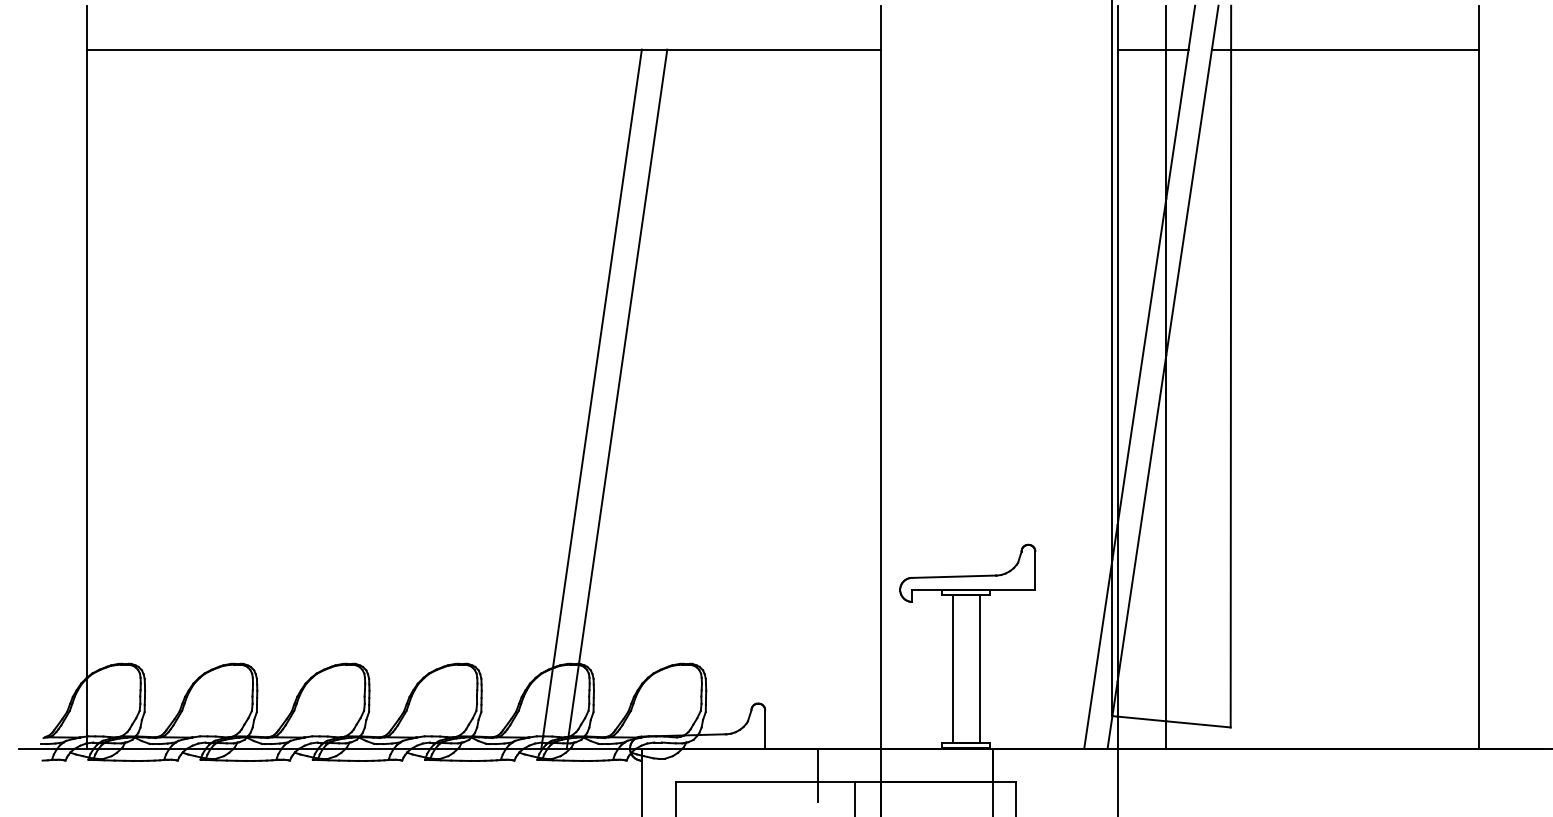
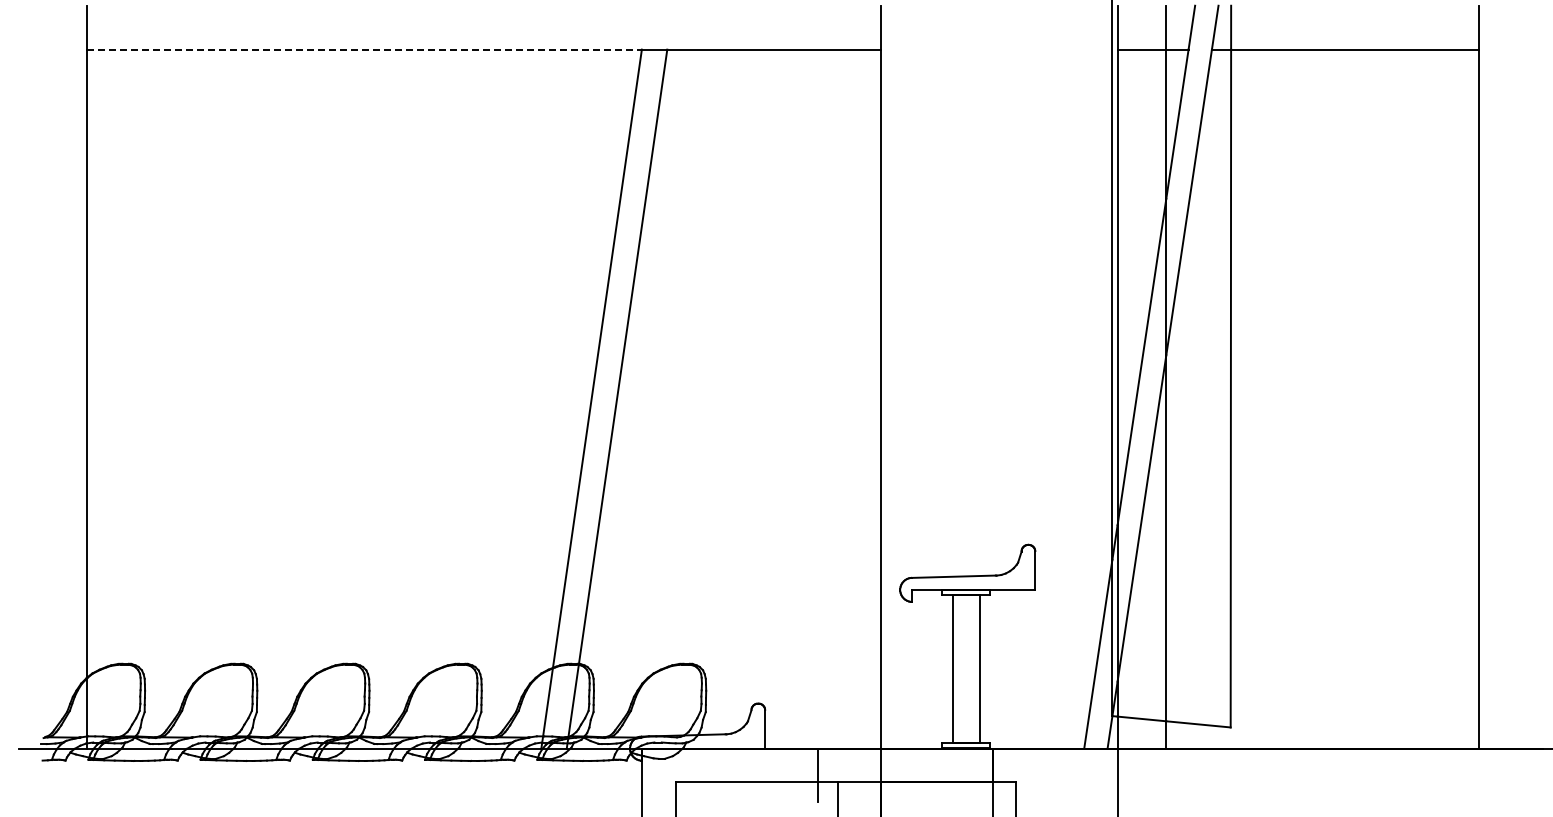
line at (365, 49): solid -> dashed
line at (855, 797) position: (855, 797) -> (838, 797)
